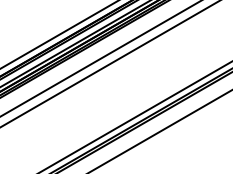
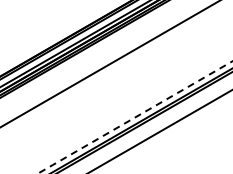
line at (59, 34): present -> none
line at (100, 58): present -> none
line at (134, 117): solid -> dashed
